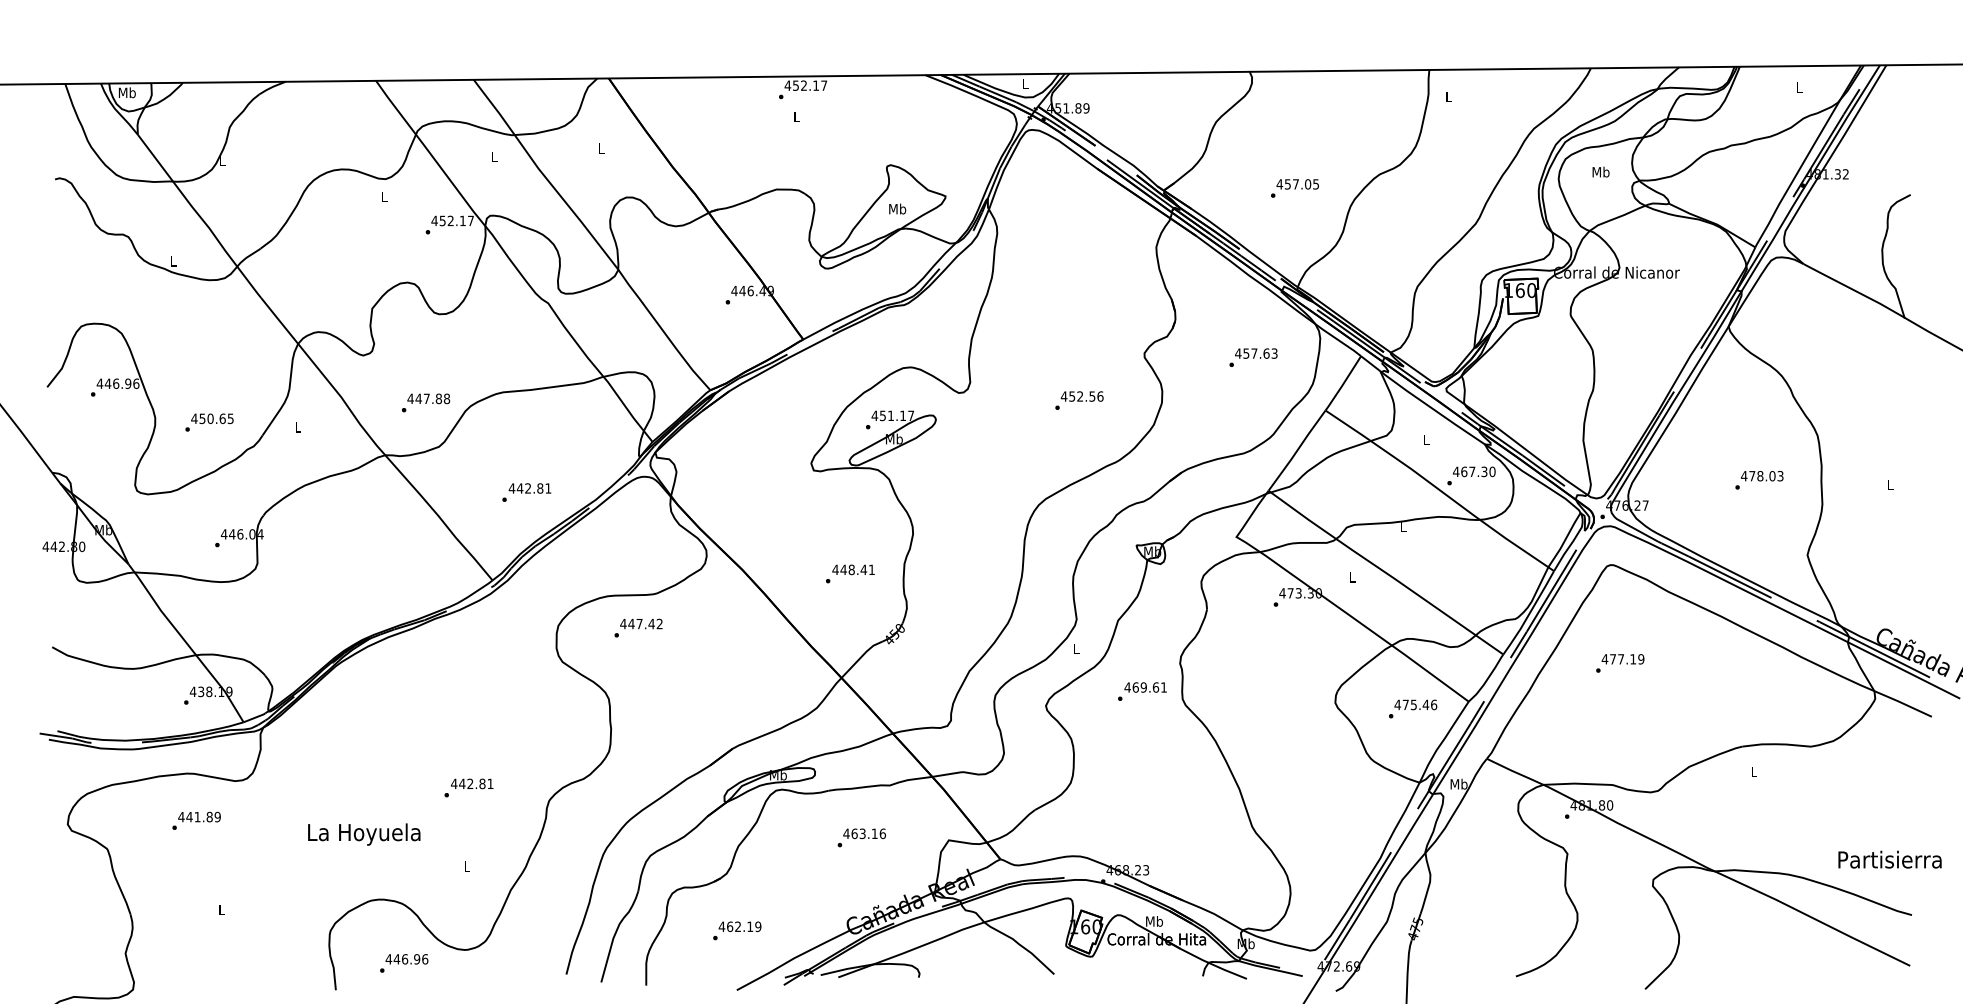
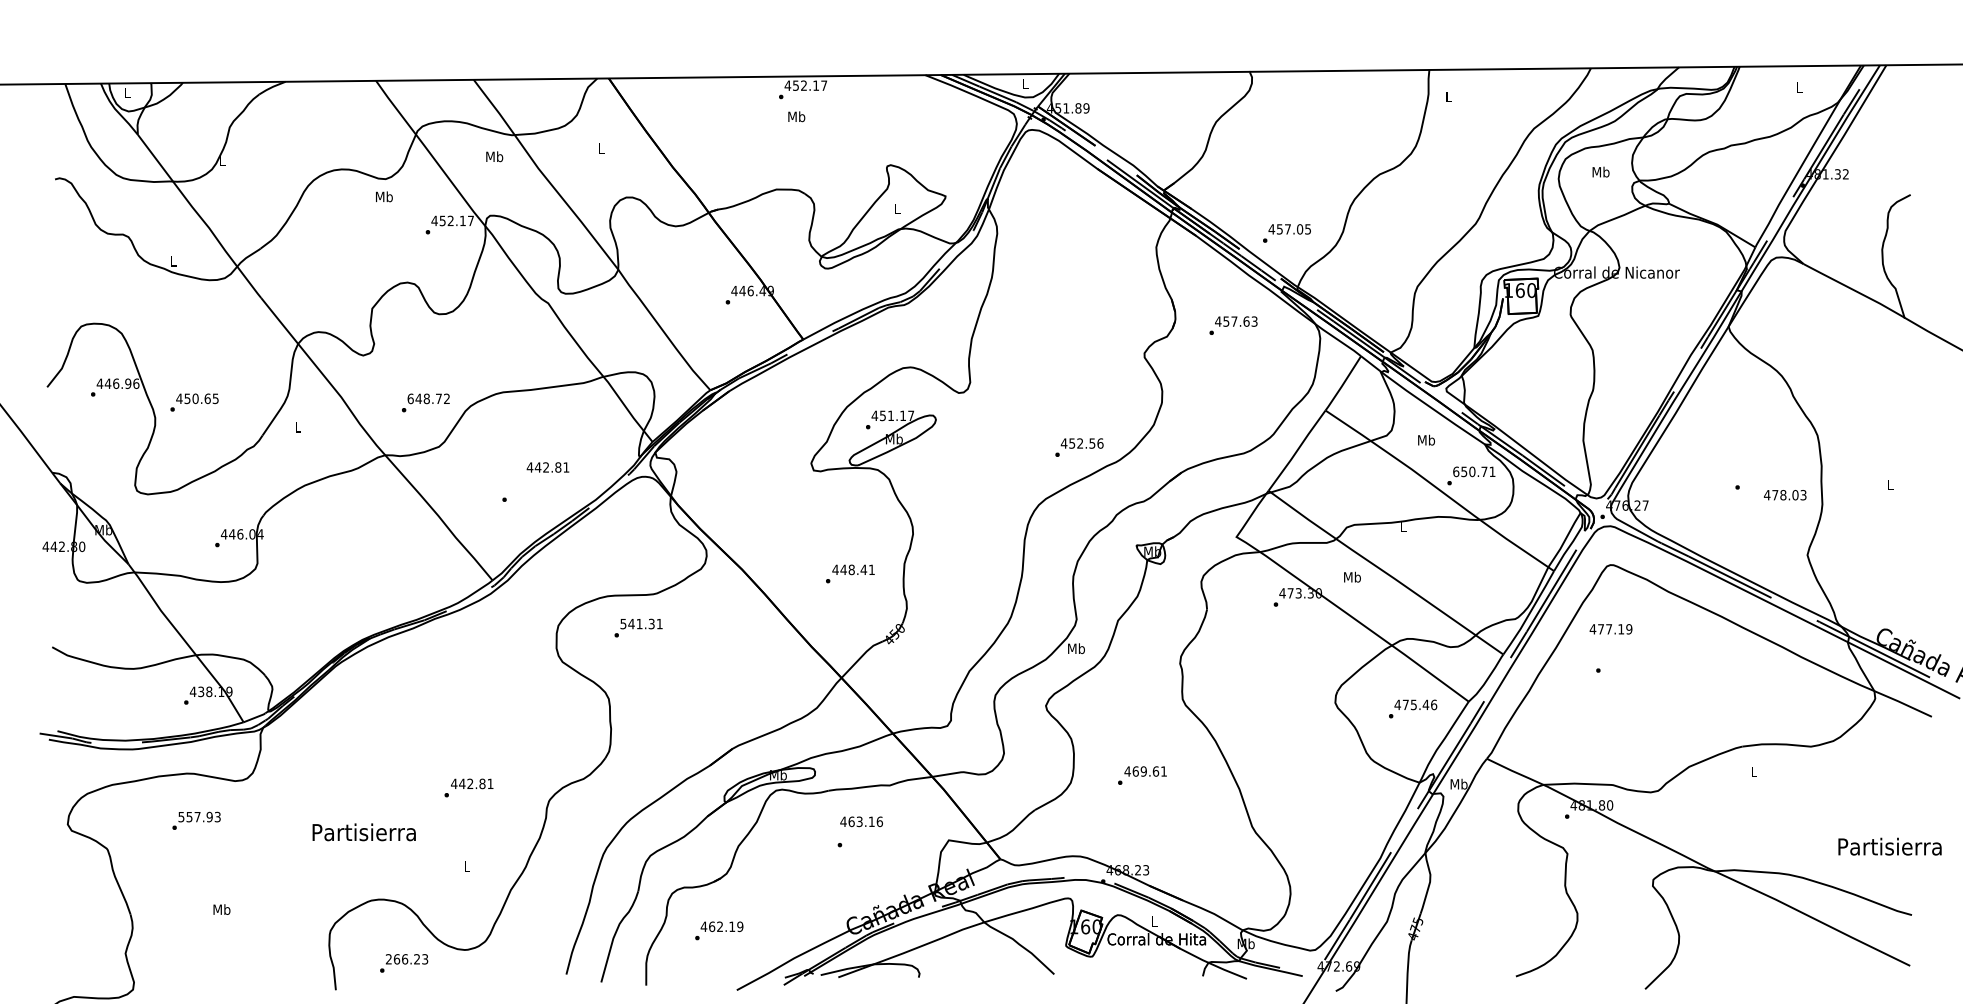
text at (126, 92): Mb -> L
text at (796, 116): L -> Mb
text at (494, 156): L -> Mb
text at (1294, 188) position: (1294, 188) -> (1286, 233)
text at (384, 196): L -> Mb
text at (897, 208): Mb -> L
text at (1253, 357) position: (1253, 357) -> (1233, 325)
text at (428, 398): 447.88 -> 648.72
text at (1079, 400) position: (1079, 400) -> (1079, 447)
text at (209, 422) position: (209, 422) -> (194, 402)
text at (1426, 439): L -> Mb
text at (1473, 471): 467.30 -> 650.71
text at (1762, 476) position: (1762, 476) -> (1785, 495)
text at (529, 488) position: (529, 488) -> (547, 467)
text at (1352, 576): L -> Mb
text at (641, 623): 447.42 -> 541.31
text at (1076, 648): L -> Mb
text at (1622, 659) position: (1622, 659) -> (1610, 629)
text at (1142, 691) position: (1142, 691) -> (1142, 775)
text at (199, 817): 441.89 -> 557.93
text at (864, 833) position: (864, 833) -> (861, 821)
text at (364, 834): La Hoyuela -> Partisierra
text at (1889, 859) position: (1889, 859) -> (1889, 846)
text at (221, 909): L -> Mb
text at (1154, 921): Mb -> L
text at (737, 930) position: (737, 930) -> (719, 930)
text at (406, 959): 446.96 -> 266.23
